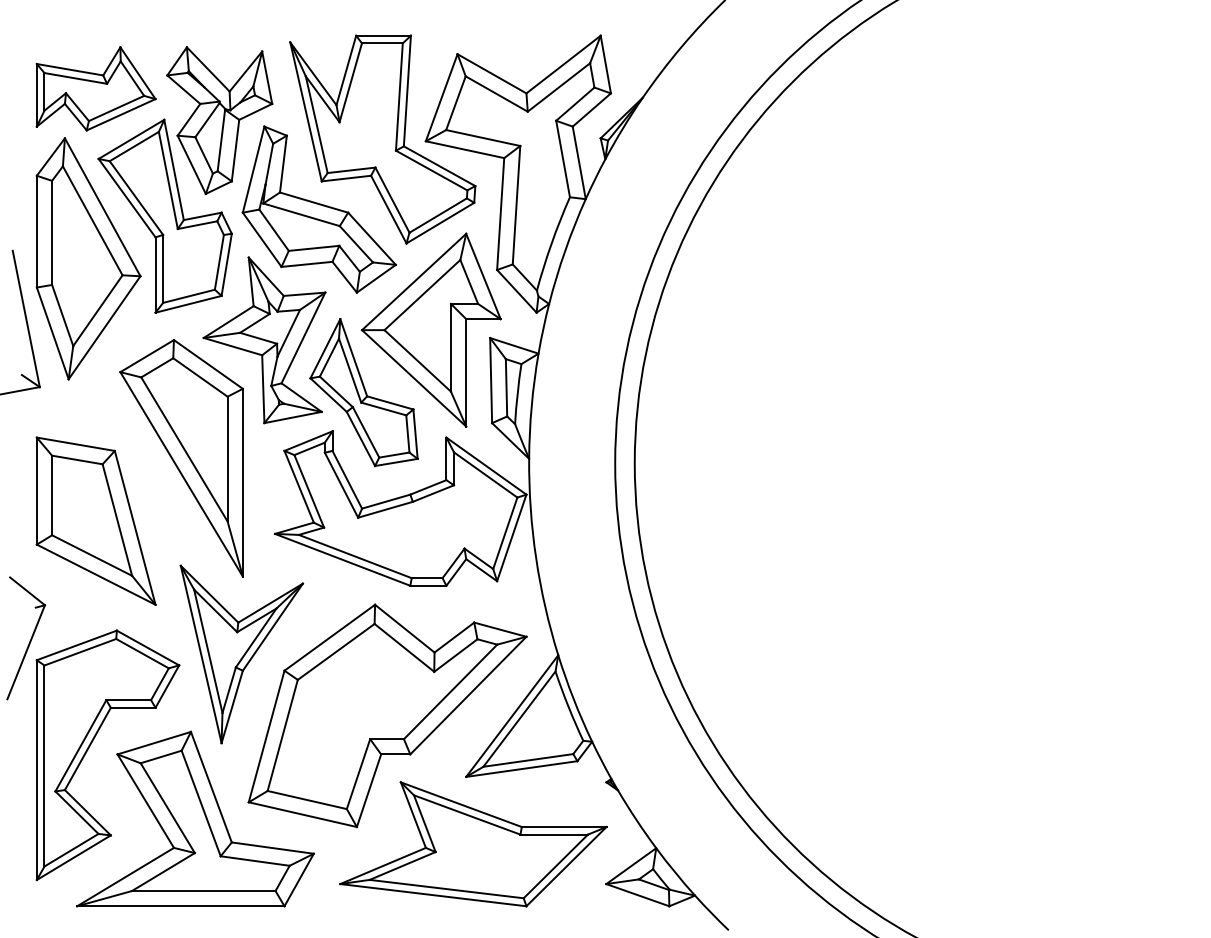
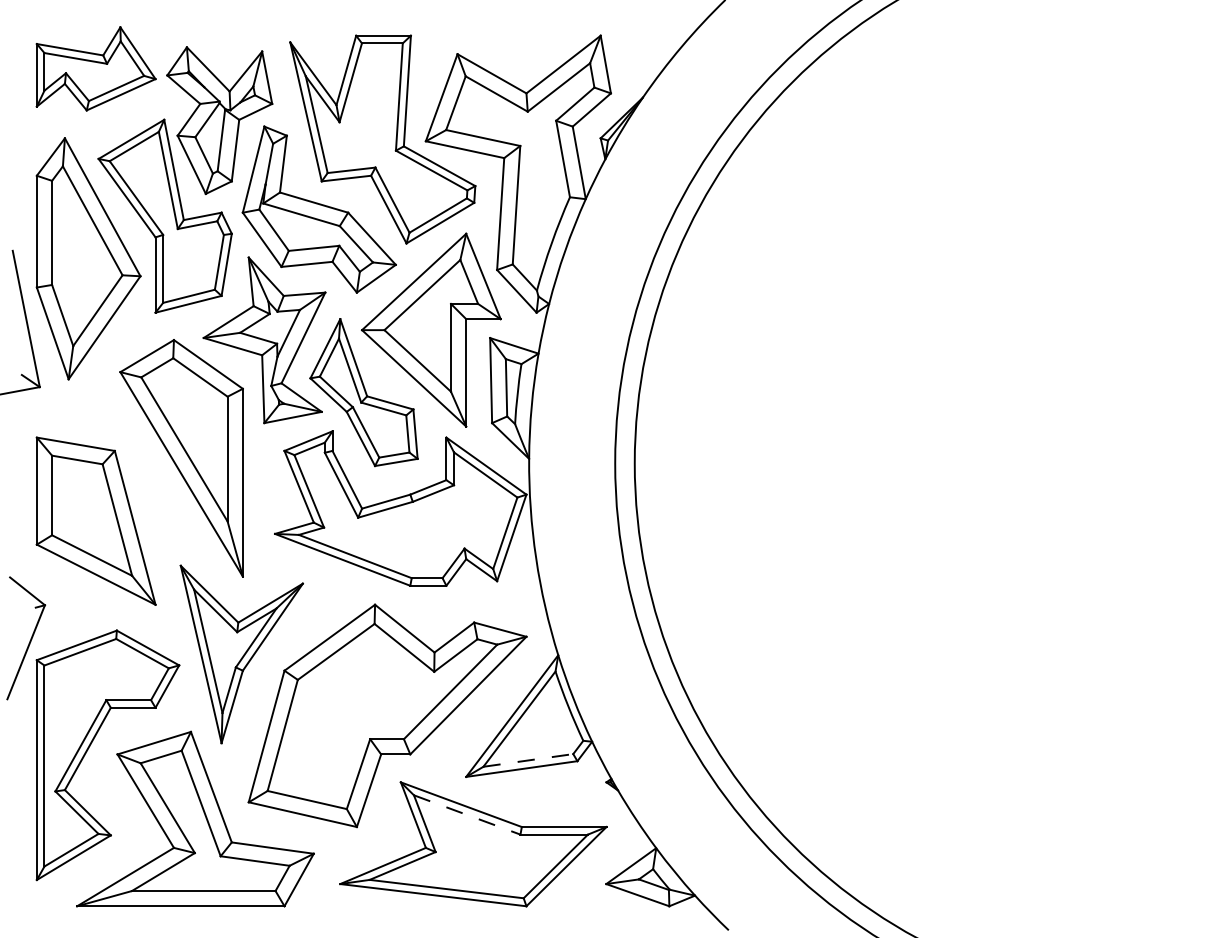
part at (95, 88) position: (95, 88) -> (95, 68)
line at (528, 760): solid -> dashed
line at (467, 814): solid -> dashed
